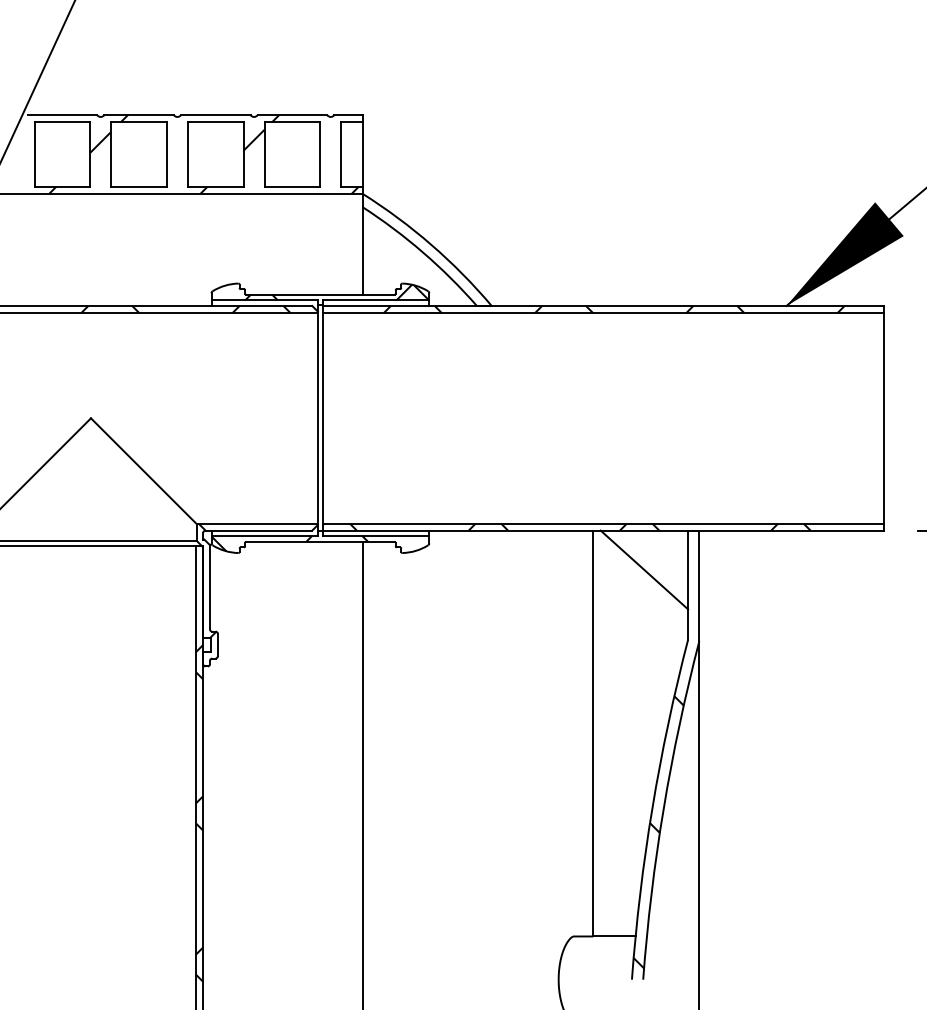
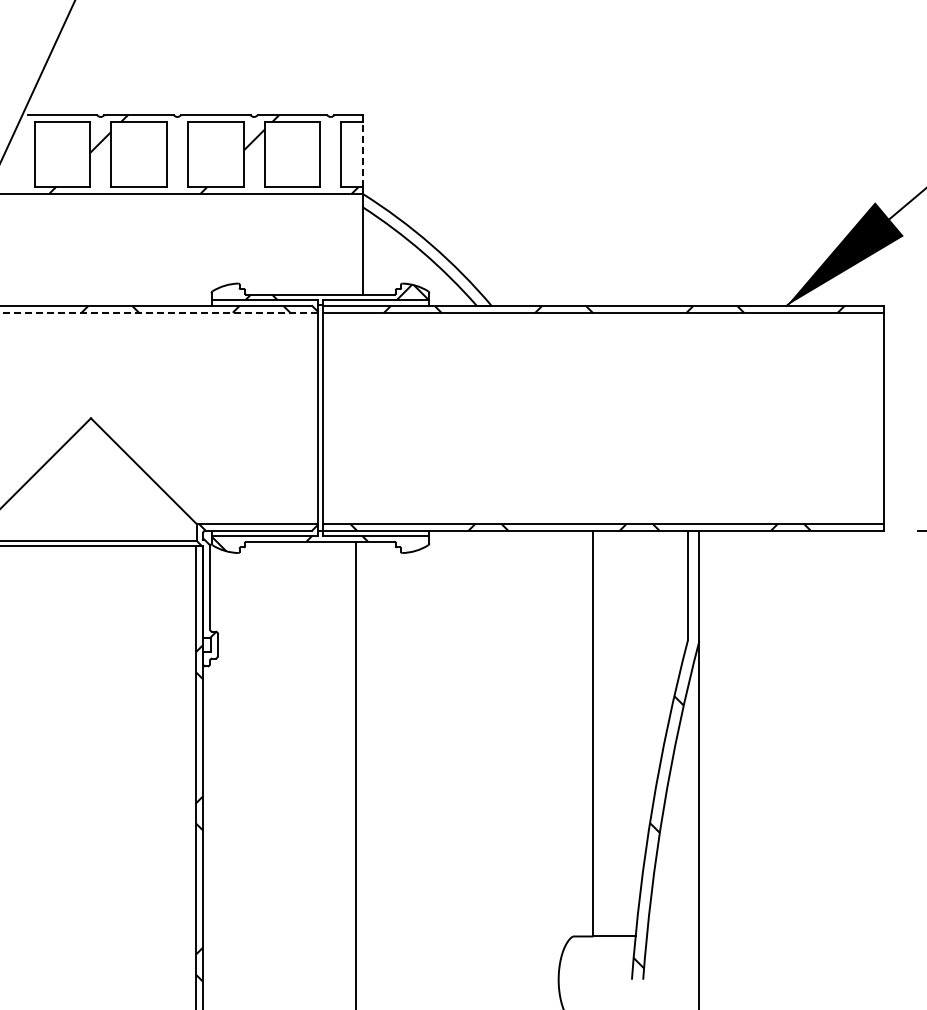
line at (362, 153): solid -> dashed
line at (159, 312): solid -> dashed
line at (644, 569): present -> none
line at (362, 773) position: (362, 773) -> (355, 773)
